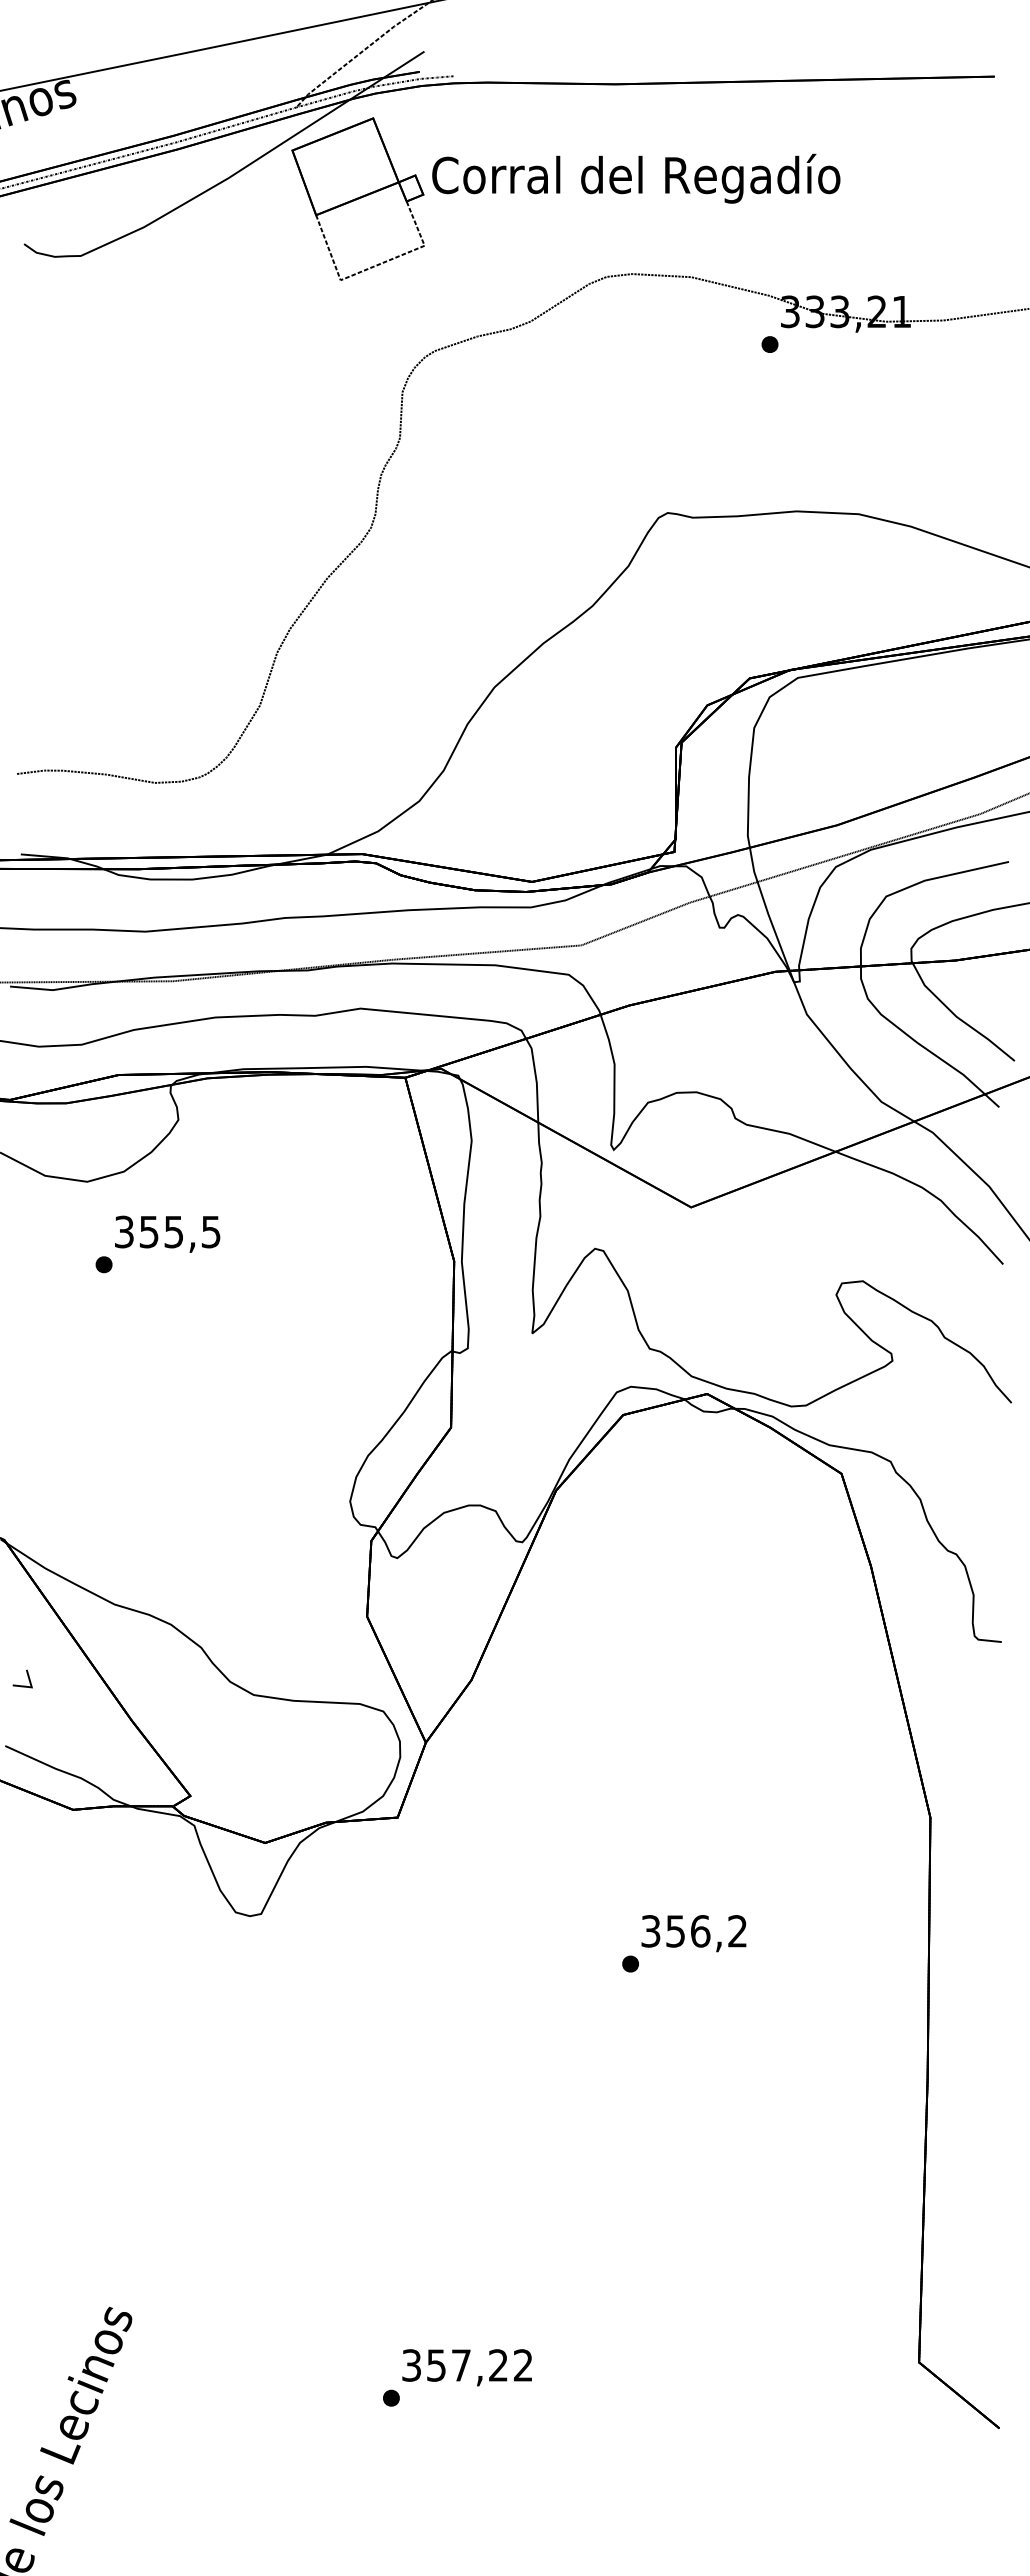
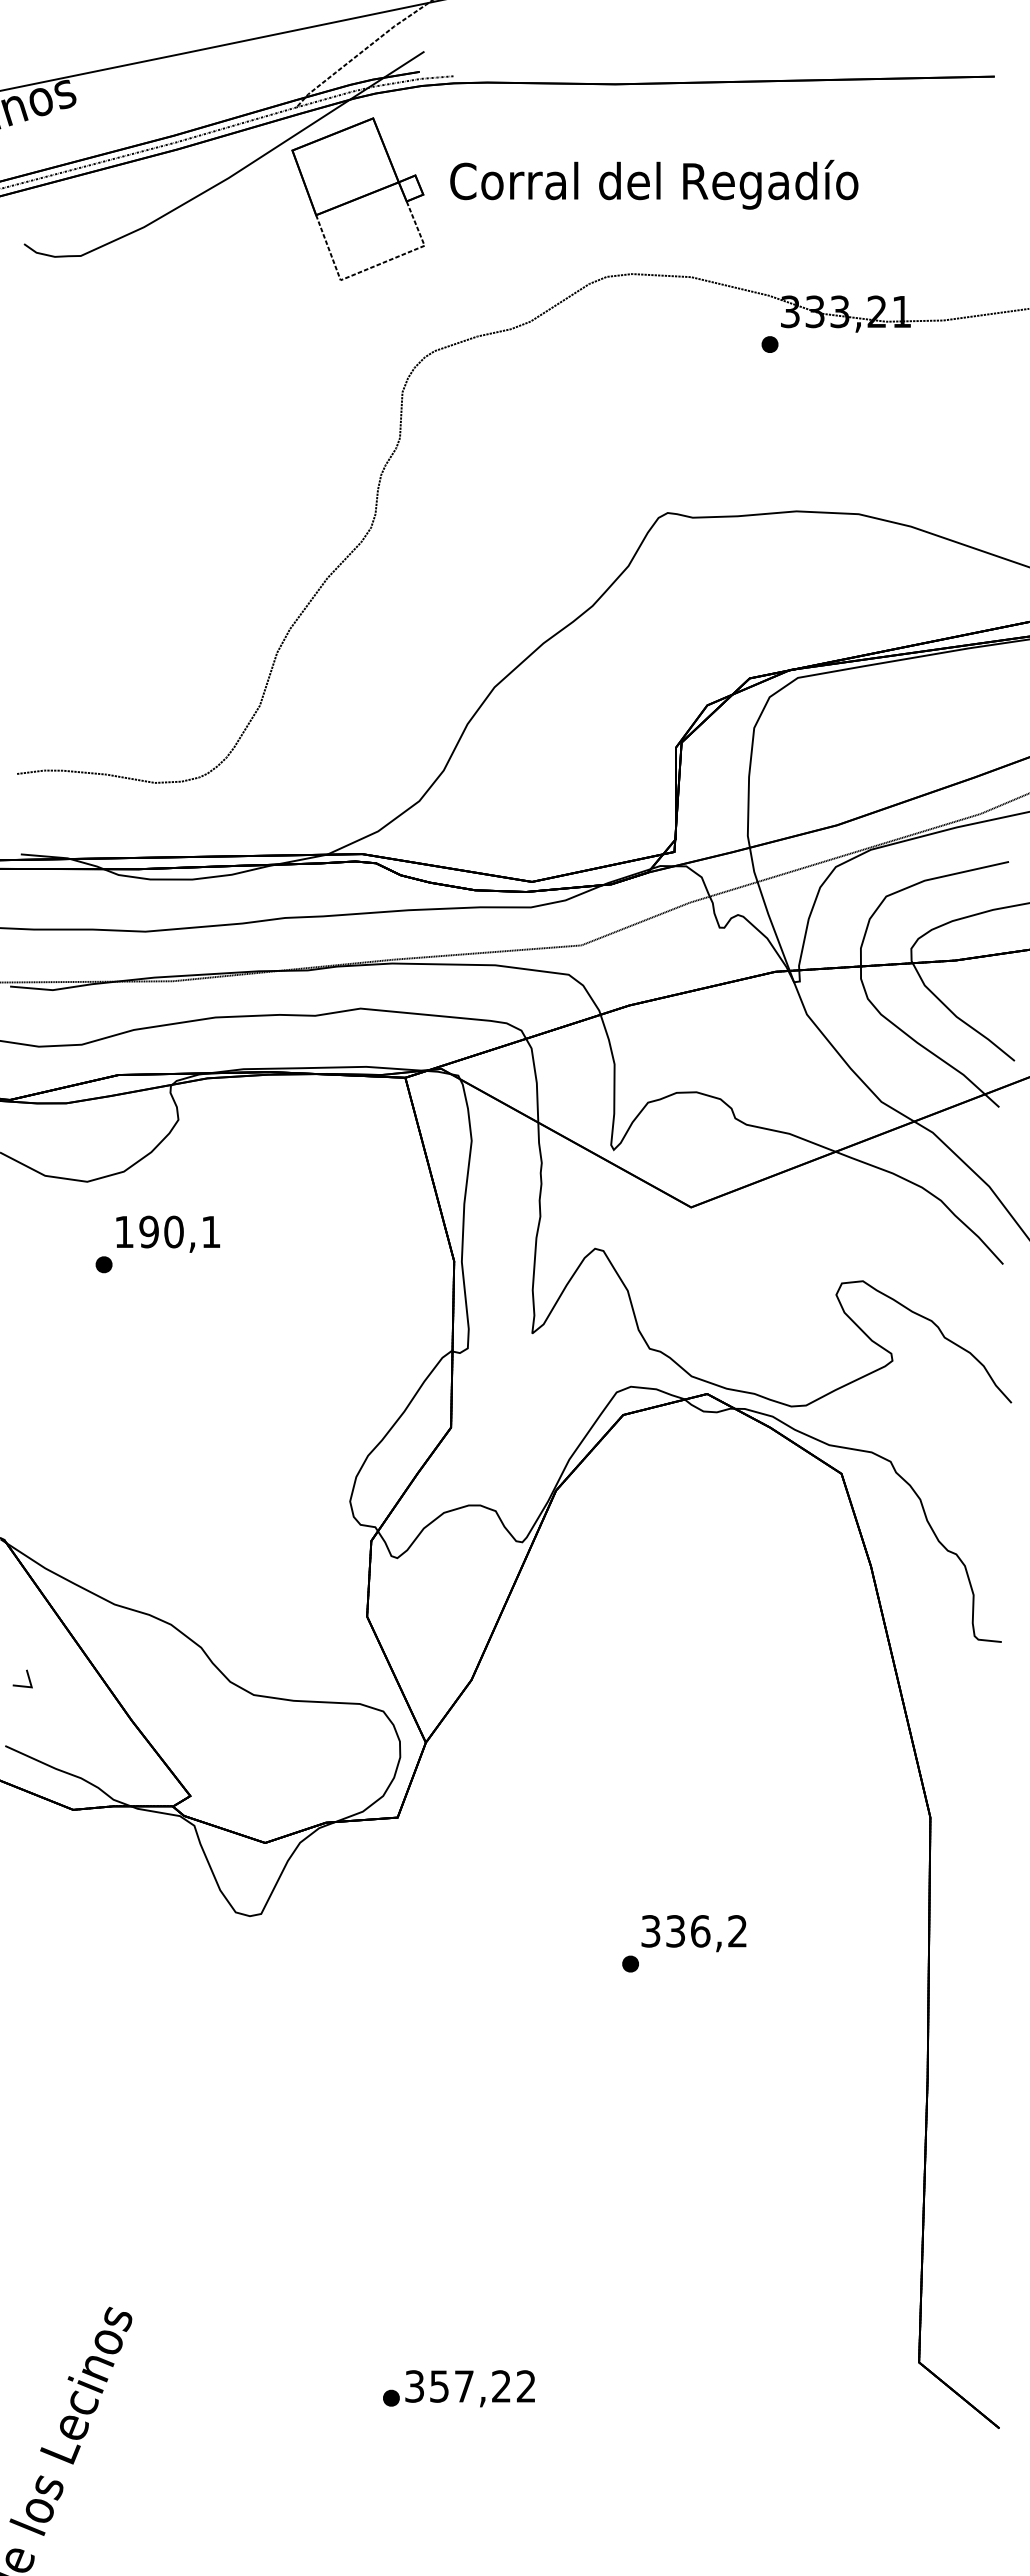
text at (636, 178) position: (636, 178) -> (654, 184)
text at (167, 1231): 355,5 -> 190,1
text at (675, 1931): 356,2 -> 336,2
text at (466, 2367) position: (466, 2367) -> (469, 2388)
